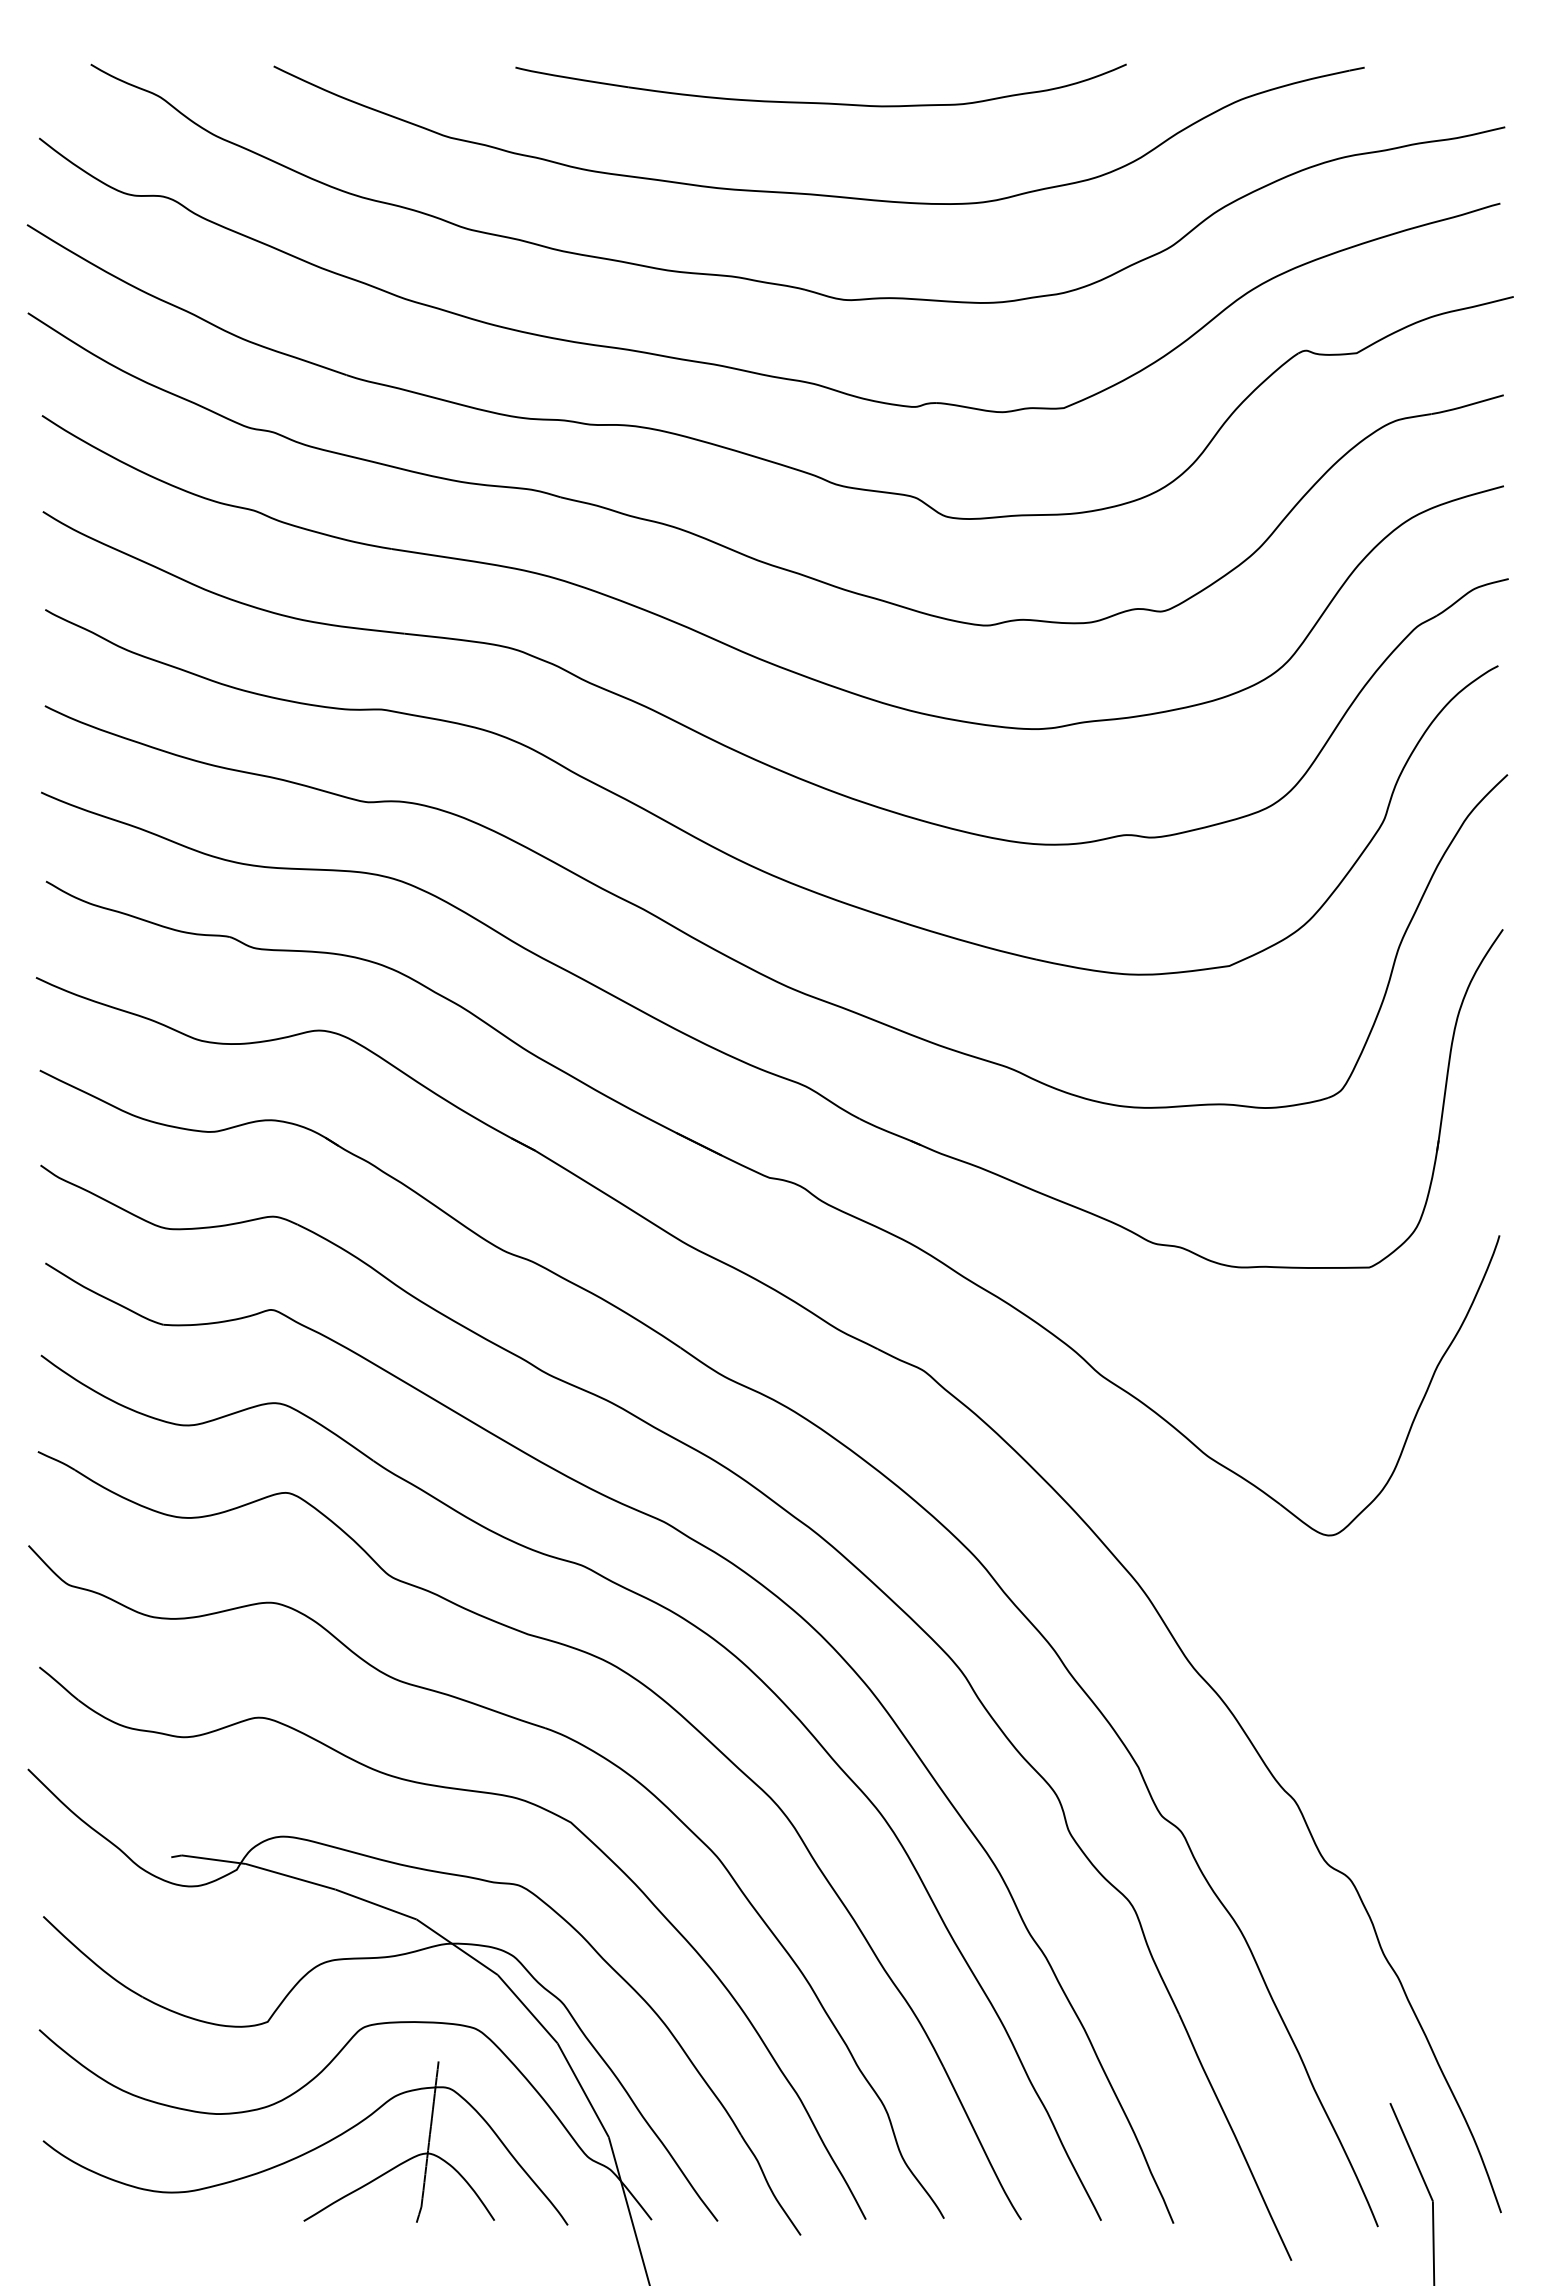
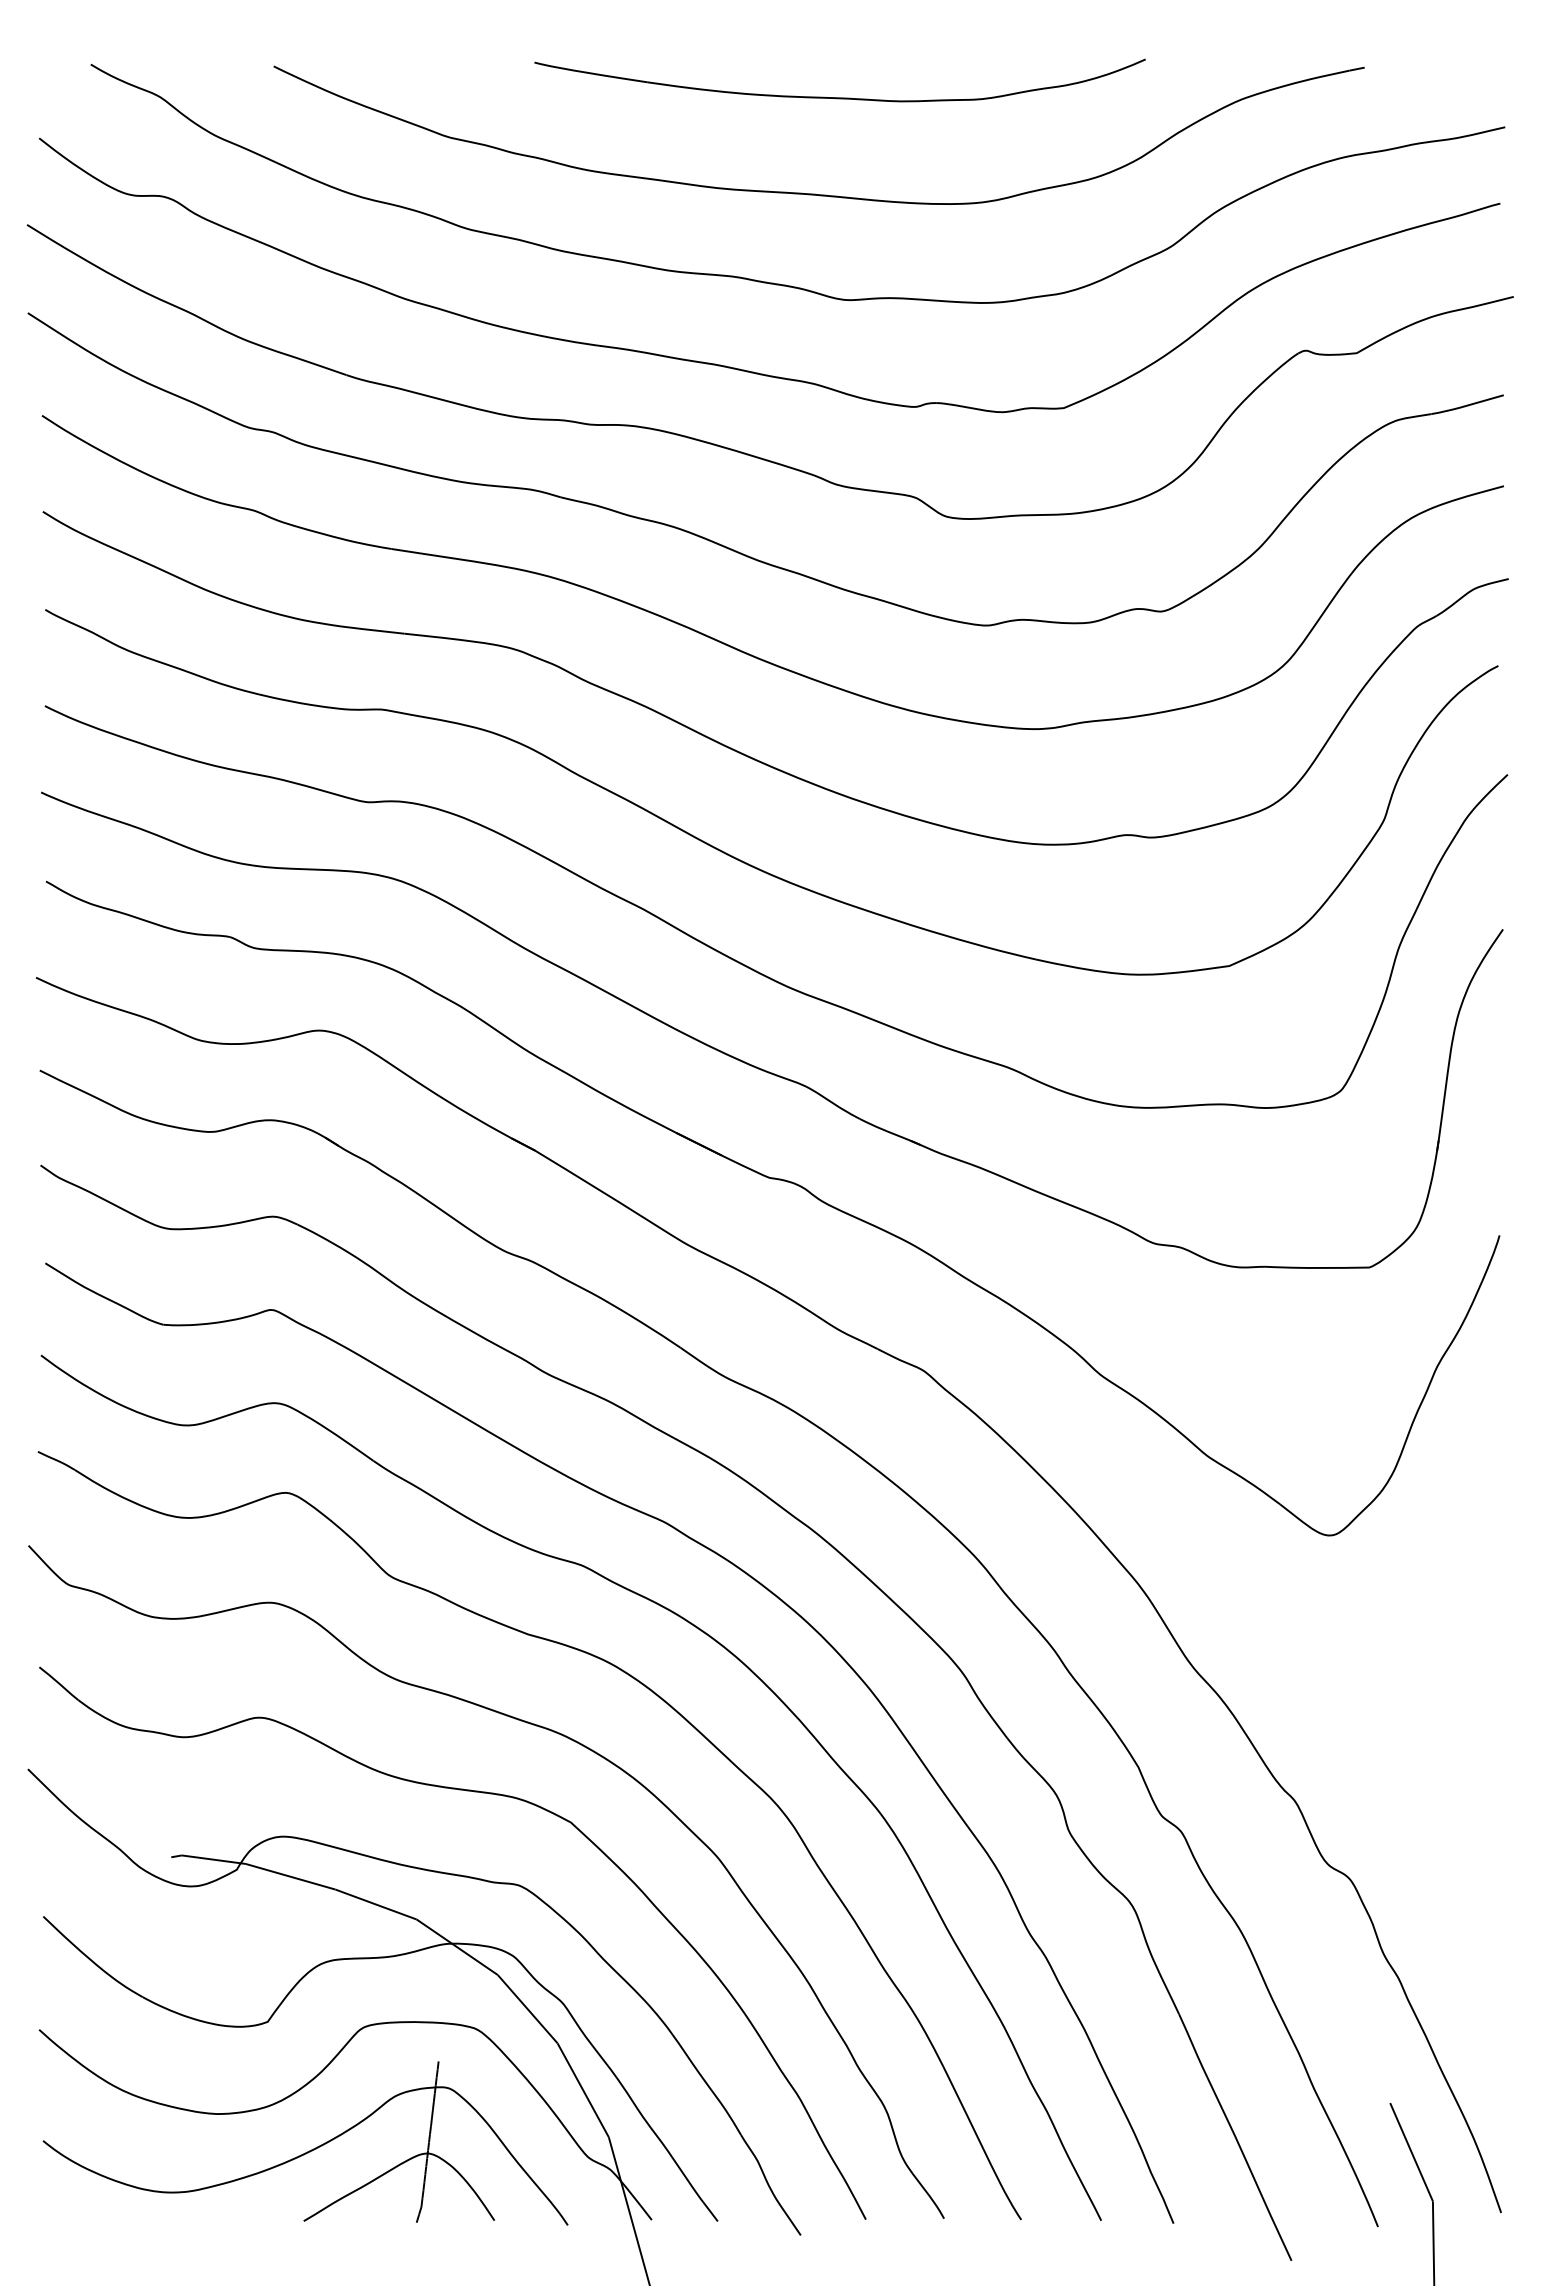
part at (820, 102) position: (820, 102) -> (839, 97)
